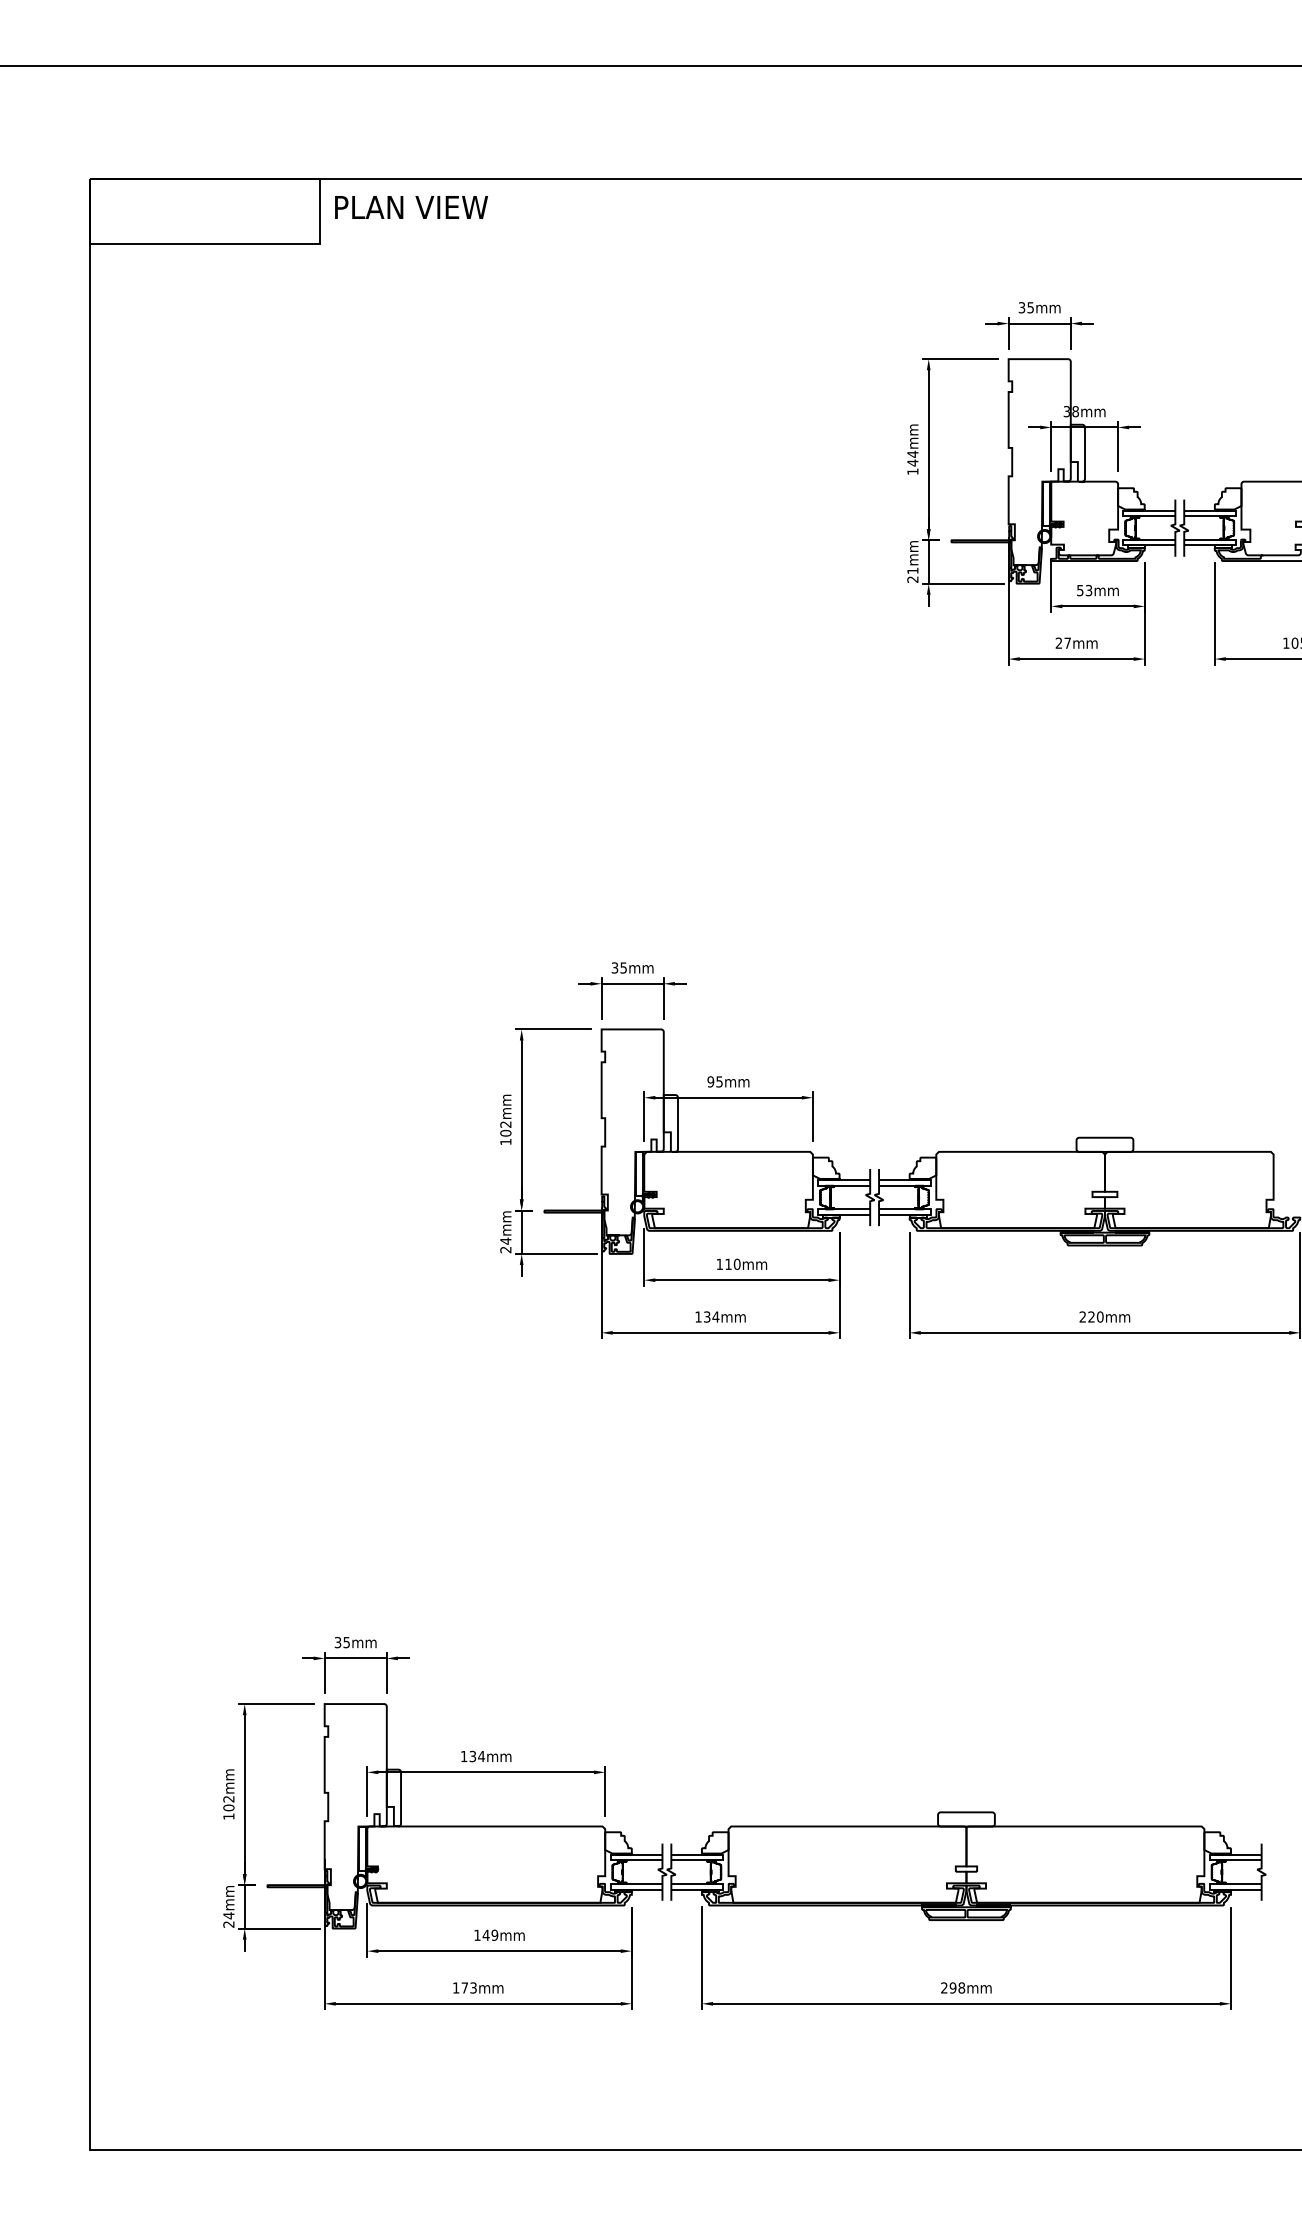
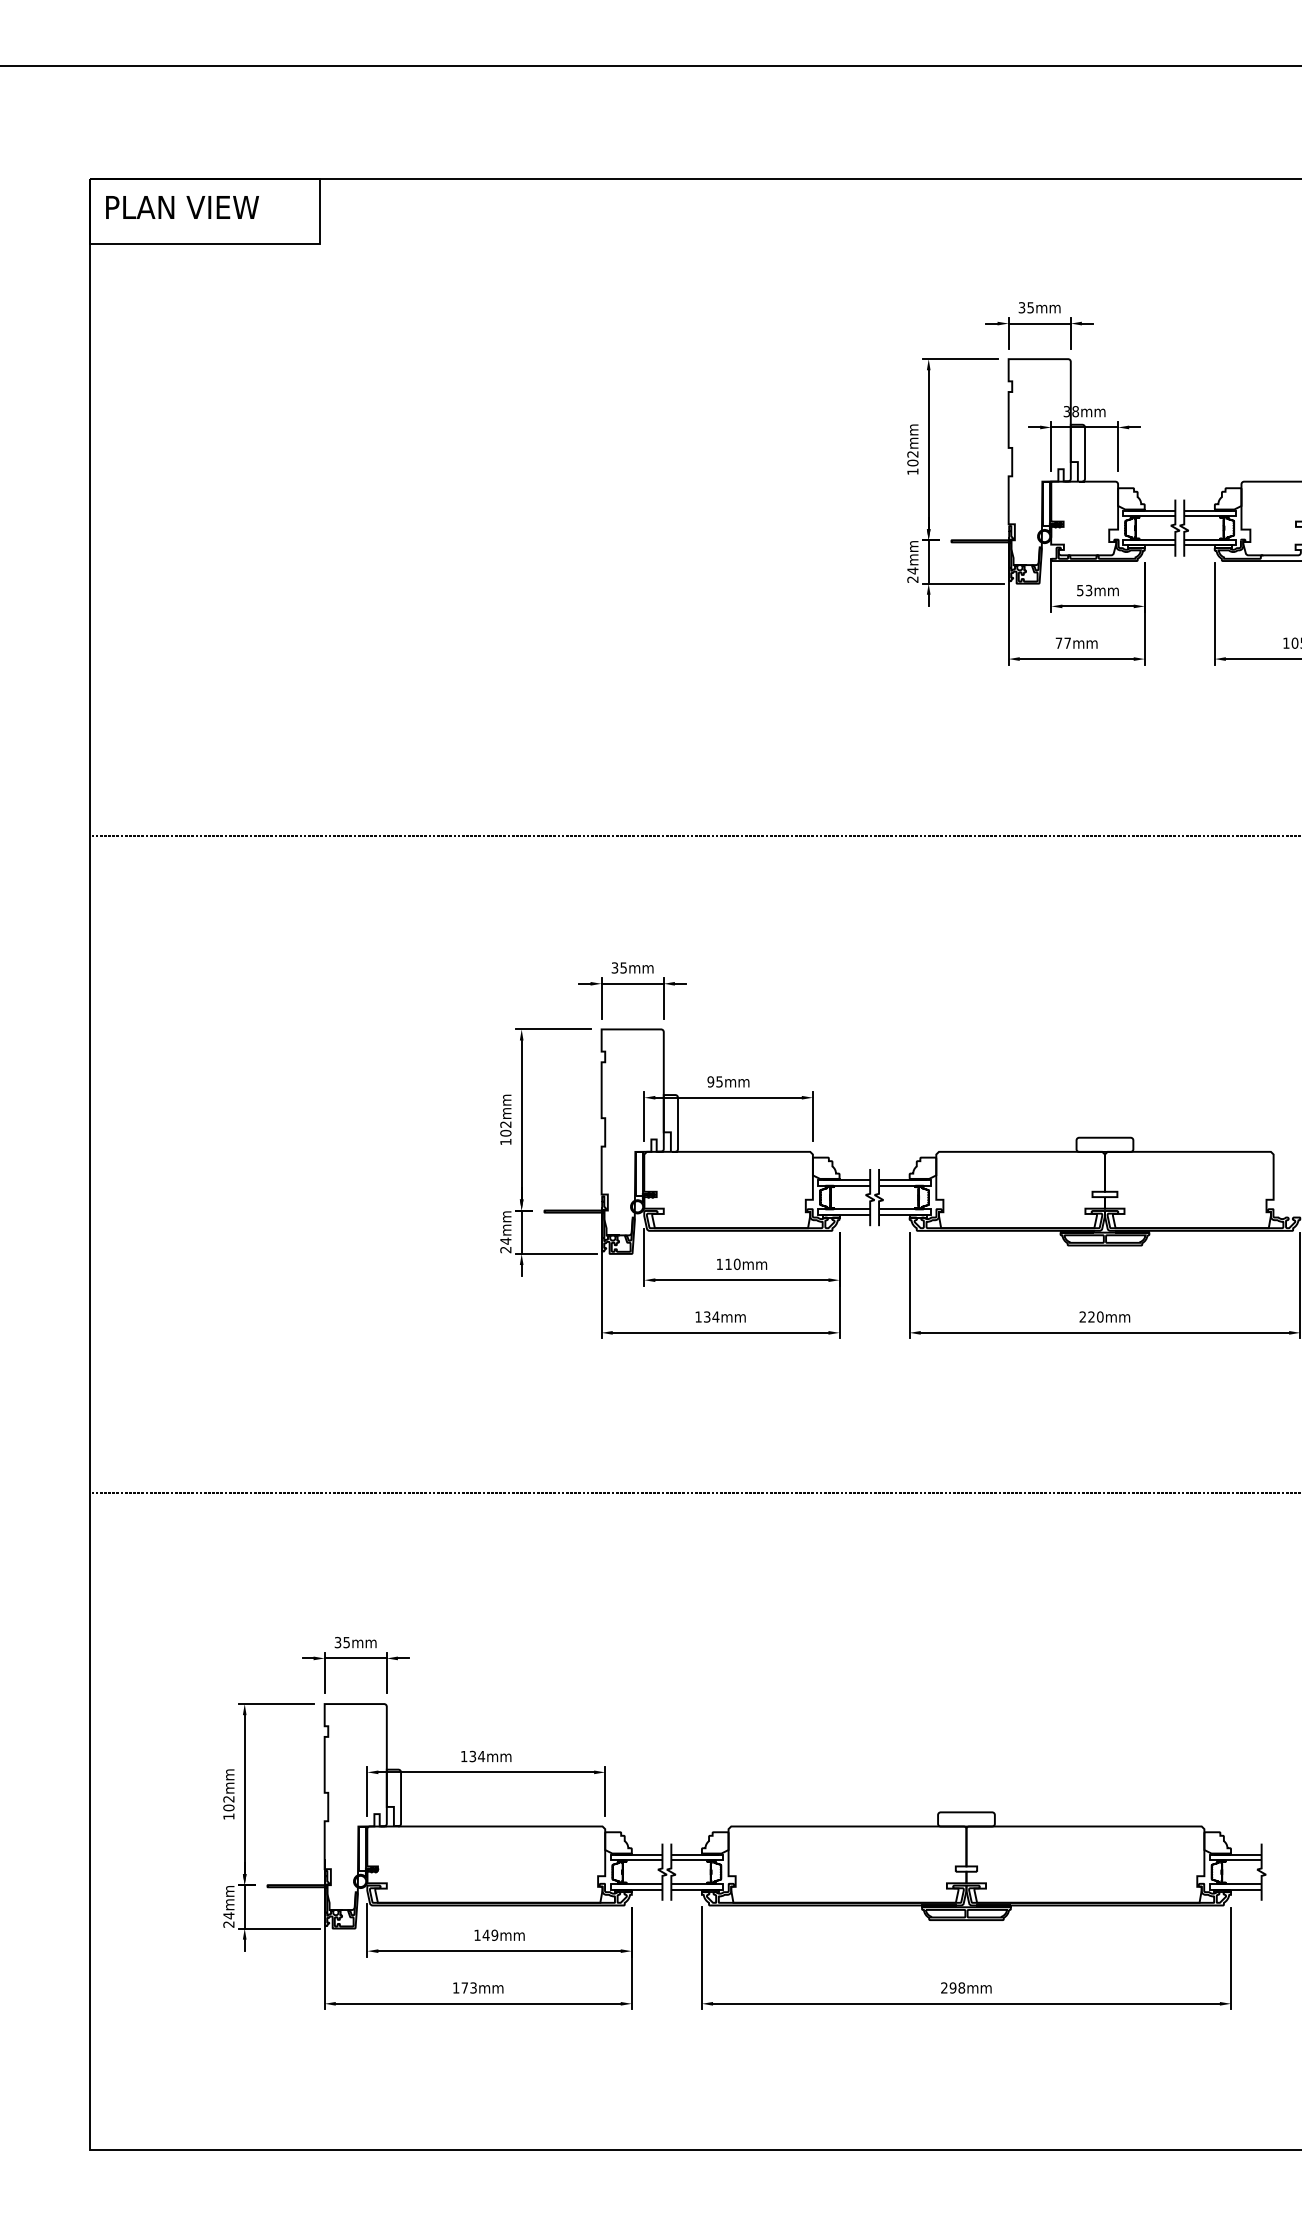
text at (411, 207) position: (411, 207) -> (182, 207)
text at (912, 458): 144mm -> 102mm
text at (912, 570): 21mm -> 24mm
text at (1058, 642): 27mm -> 77mm
line at (693, 835): none -> present
line at (693, 1492): none -> present
